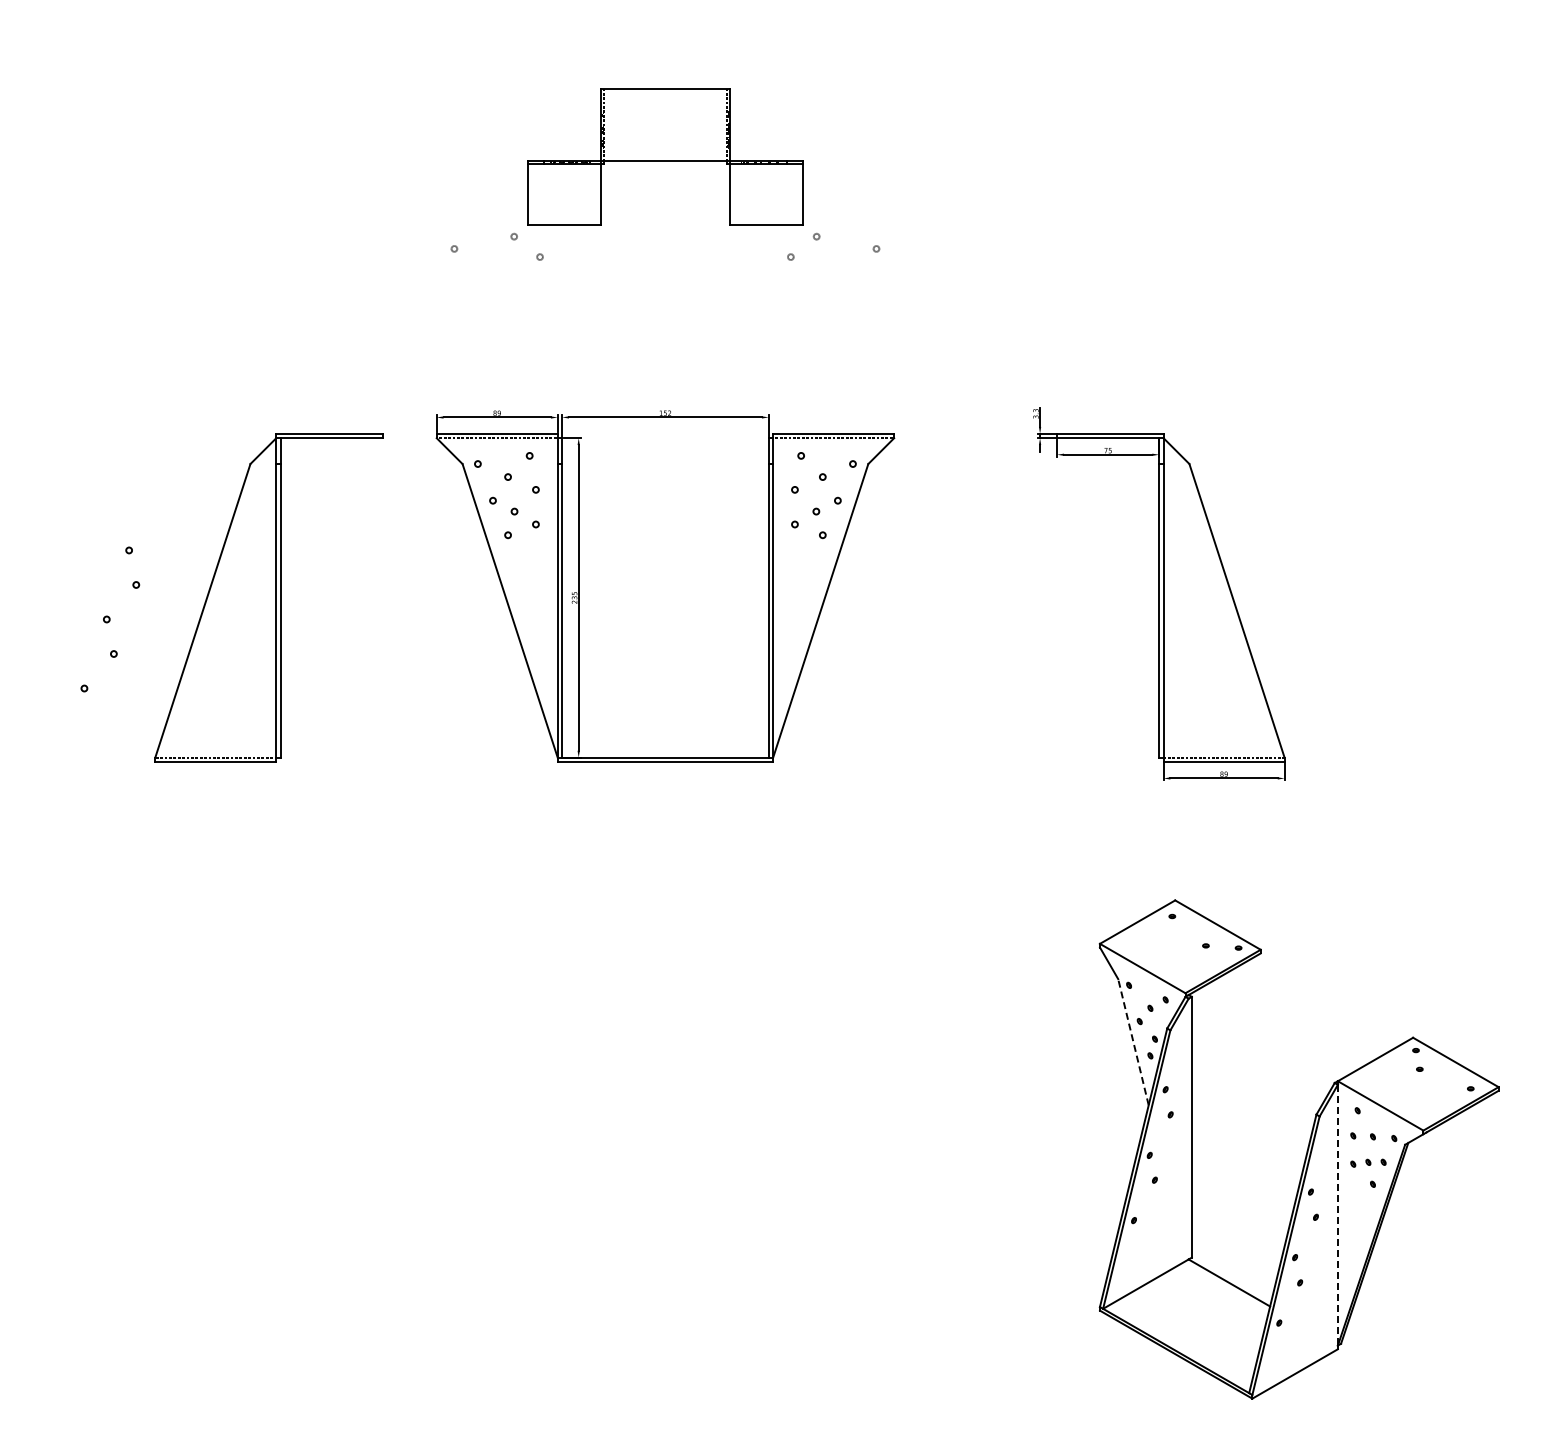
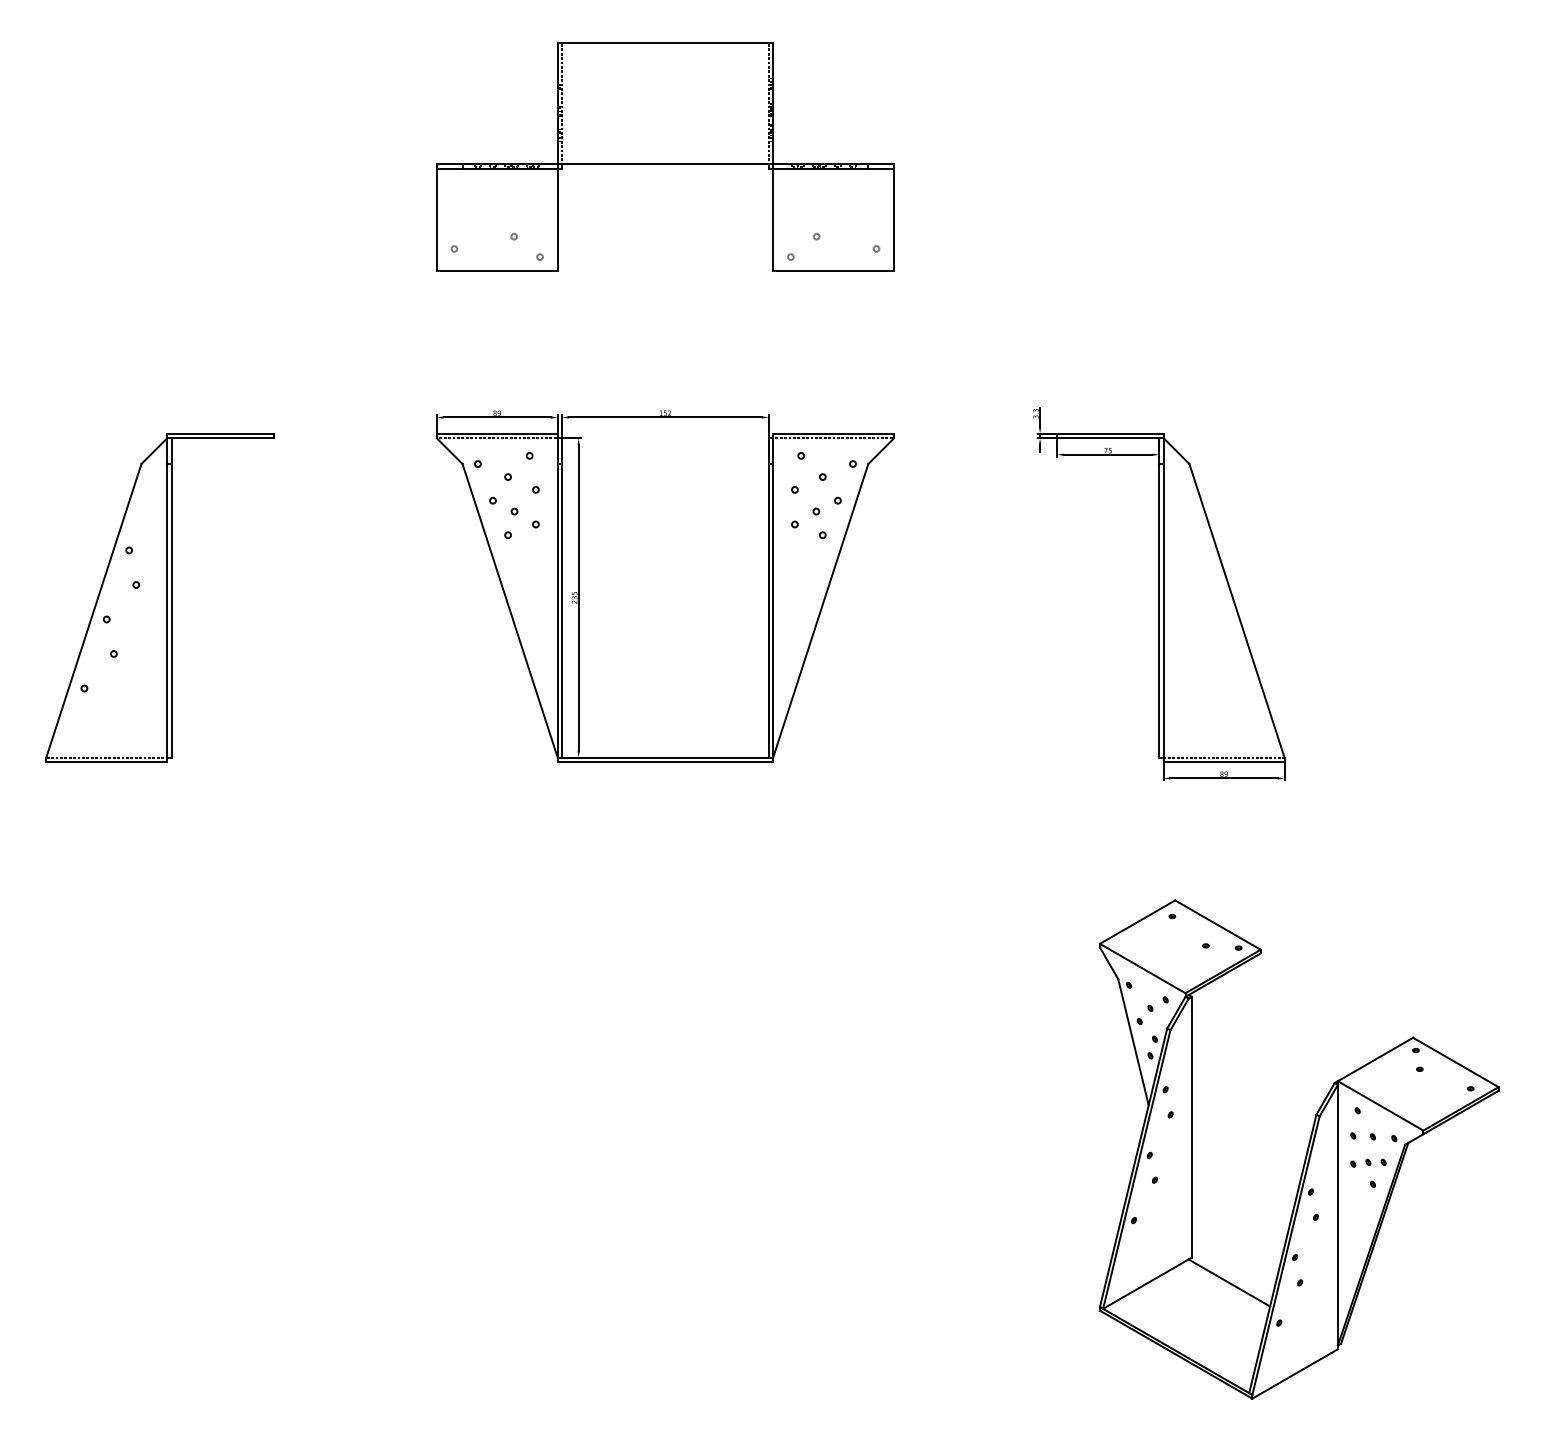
part at (665, 156) size: 277x138 px -> 459x230 px
part at (268, 597) position: (268, 597) -> (159, 597)
line at (1133, 1042): dashed -> solid
line at (1337, 1215): dashed -> solid
